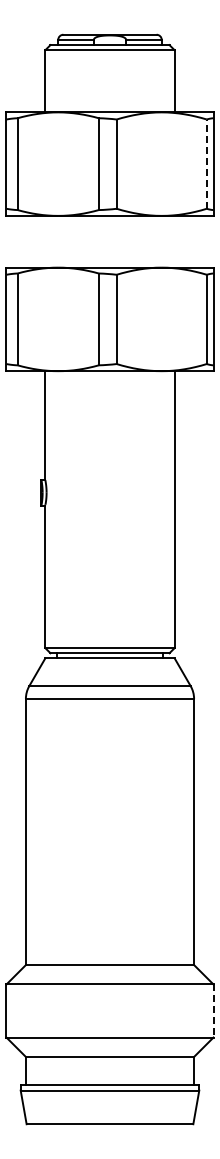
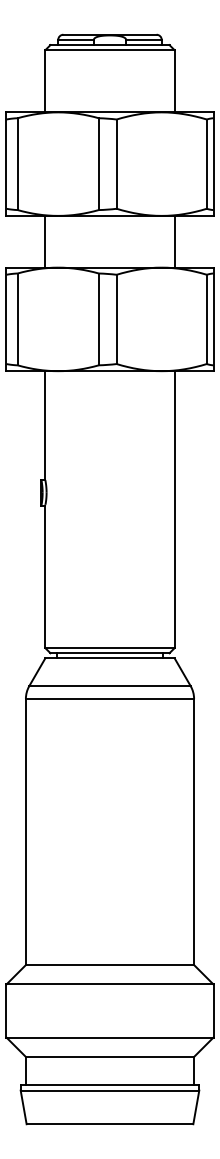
line at (206, 164): dashed -> solid
line at (45, 241): none -> present
line at (174, 241): none -> present
line at (213, 1011): dashed -> solid
